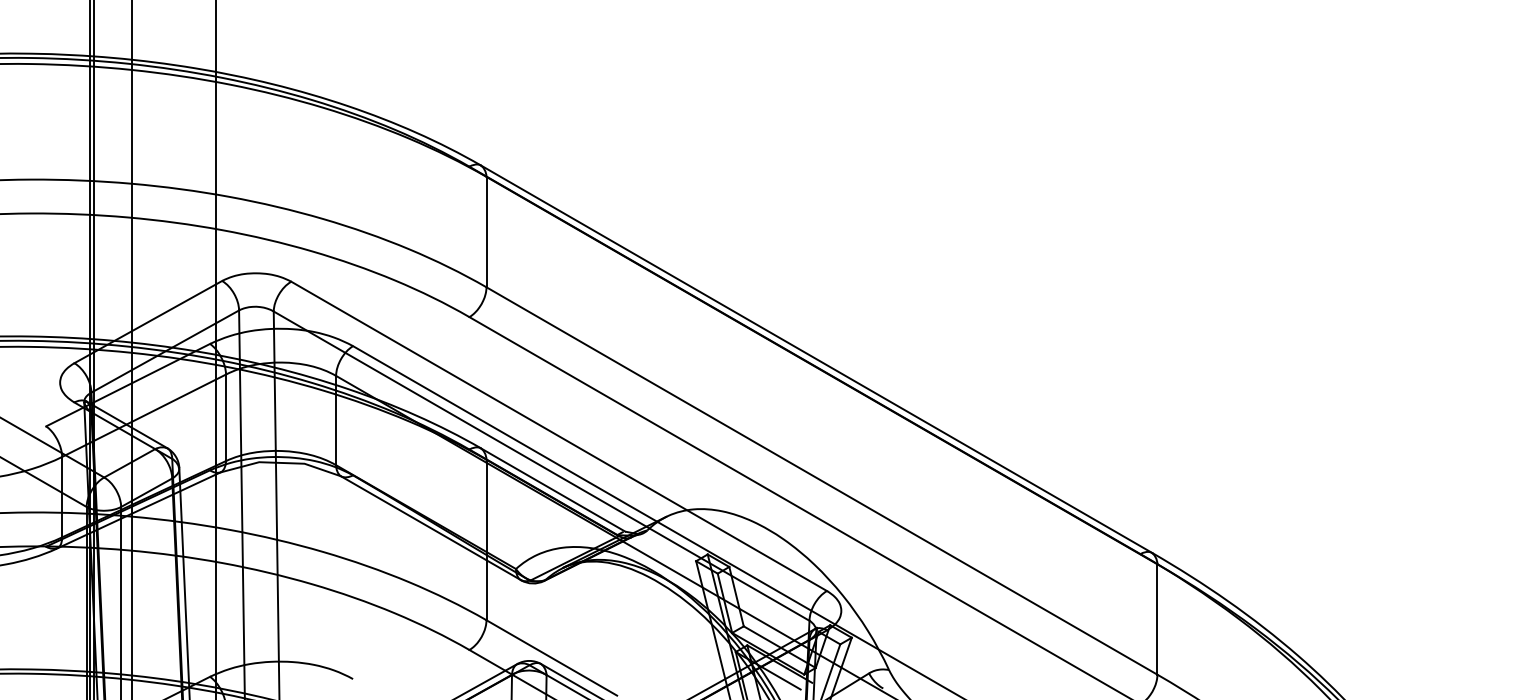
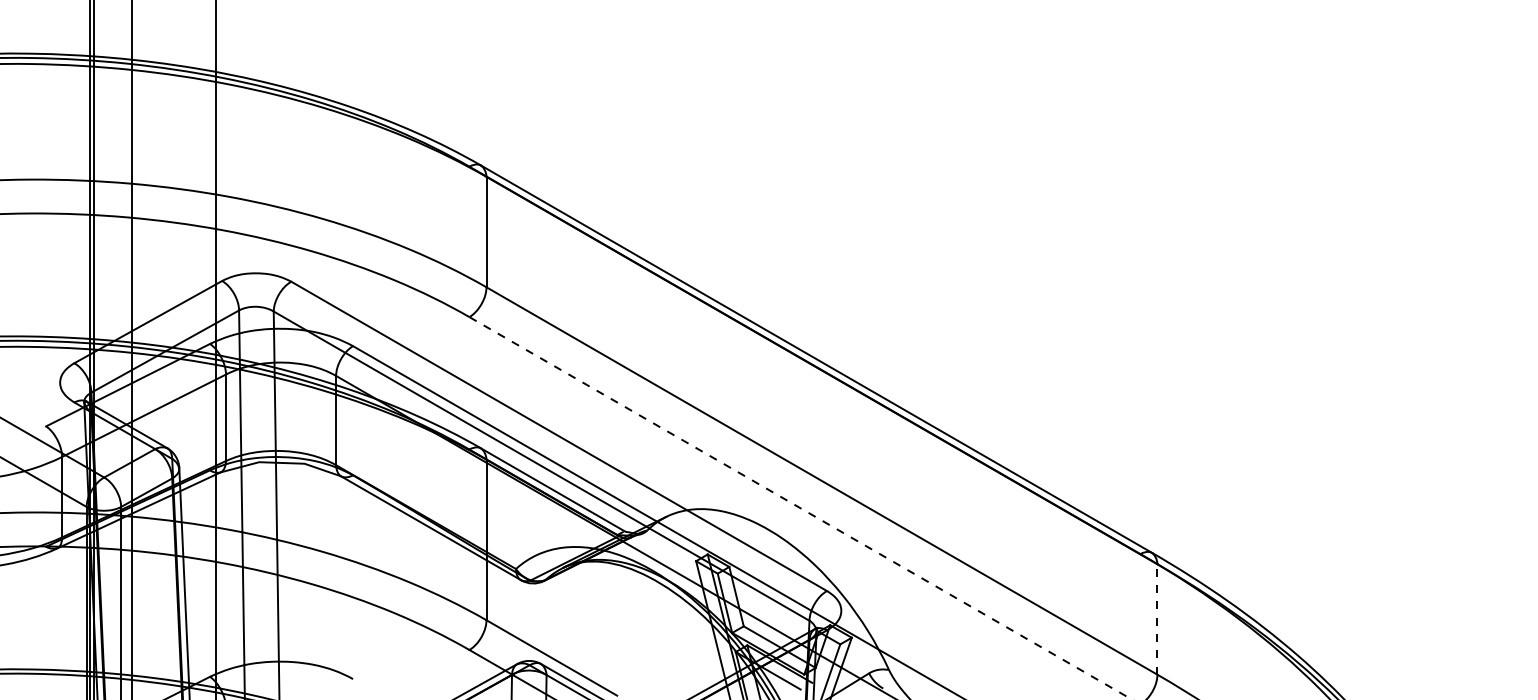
line at (801, 508): solid -> dashed
line at (1157, 619): solid -> dashed
